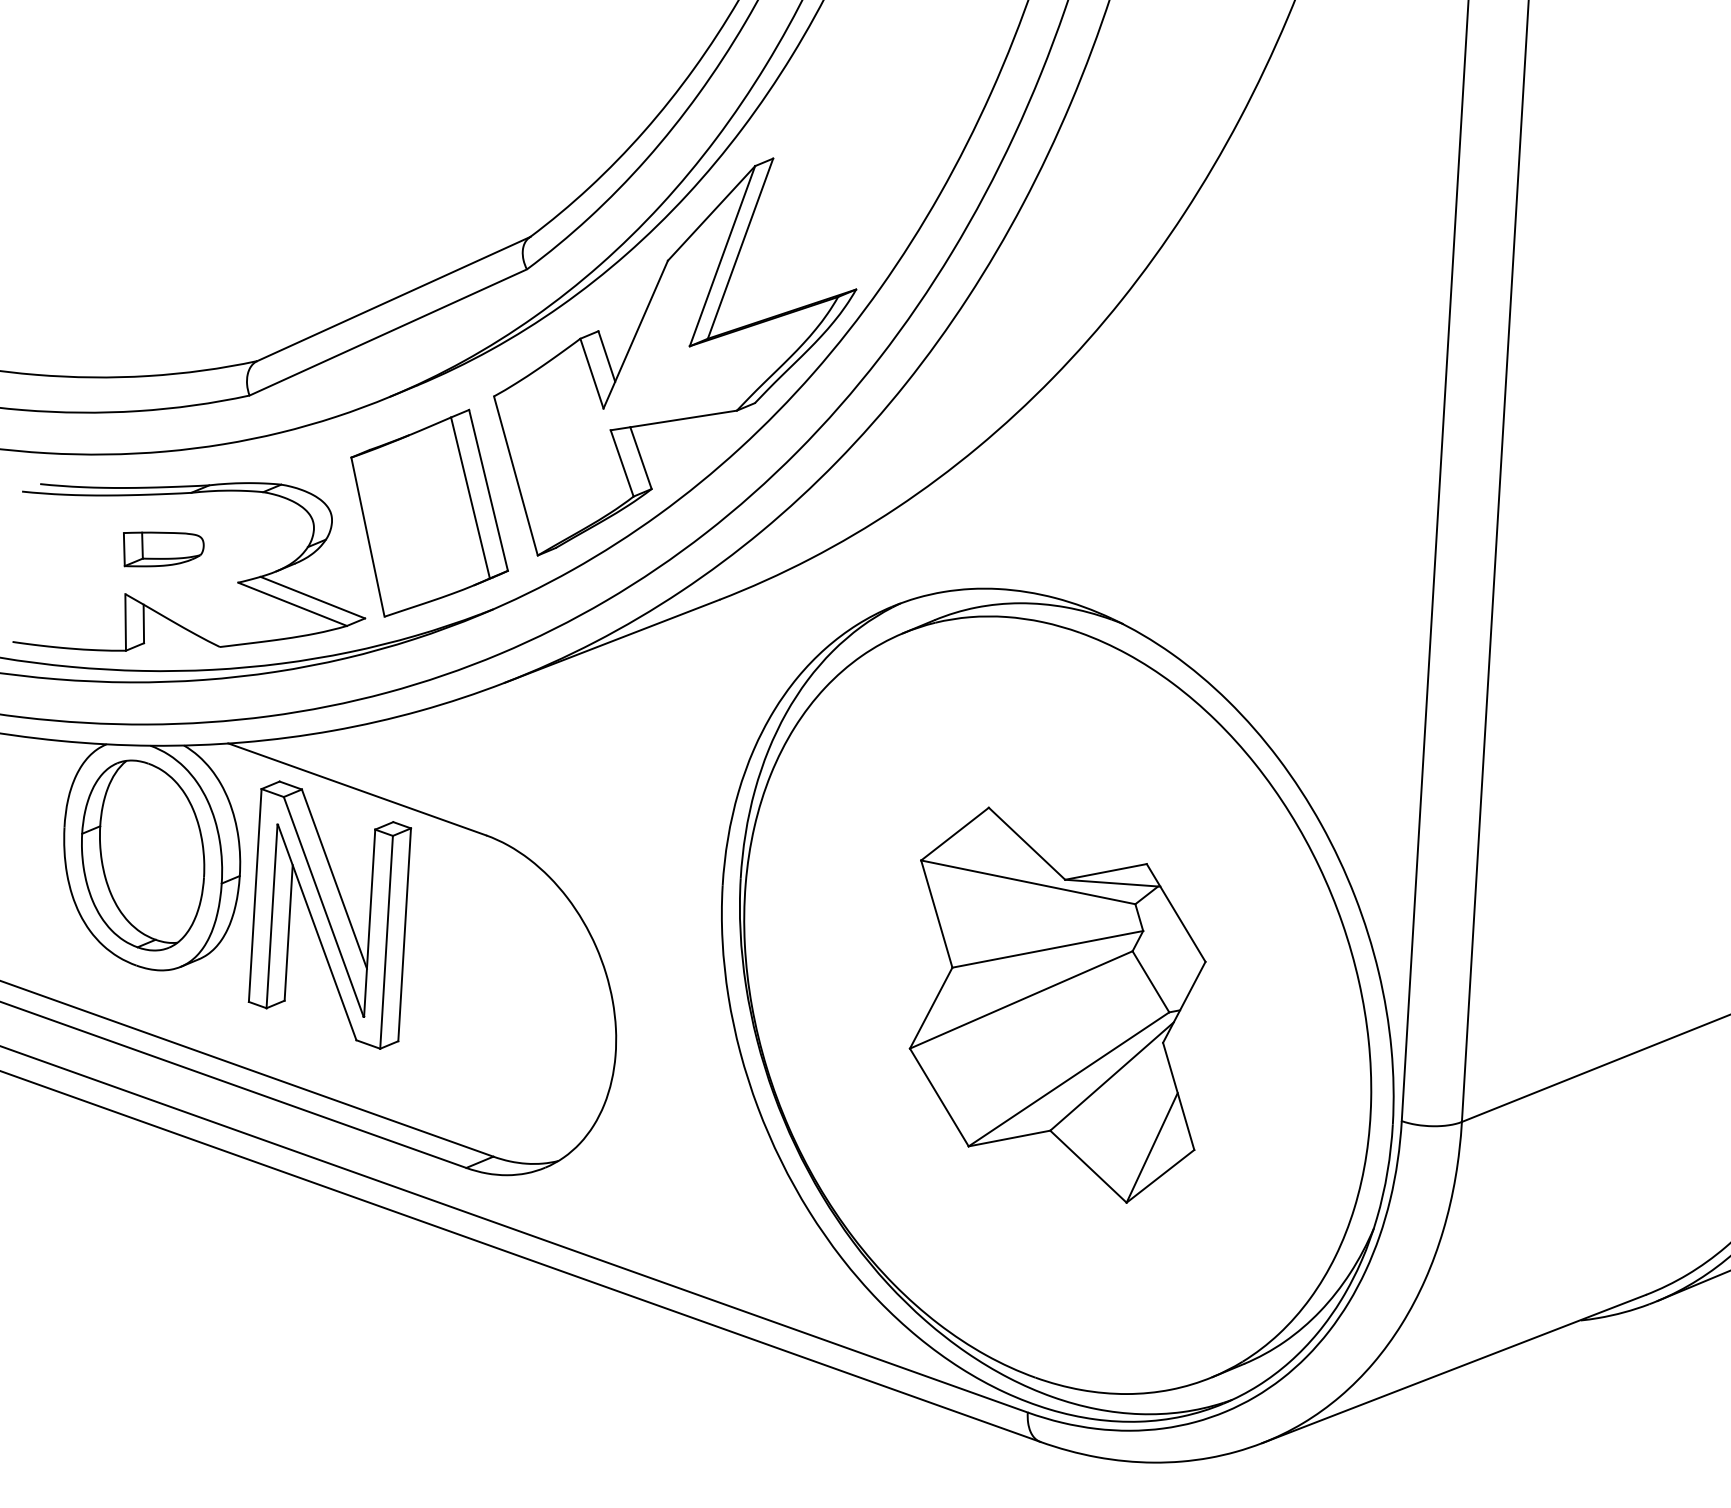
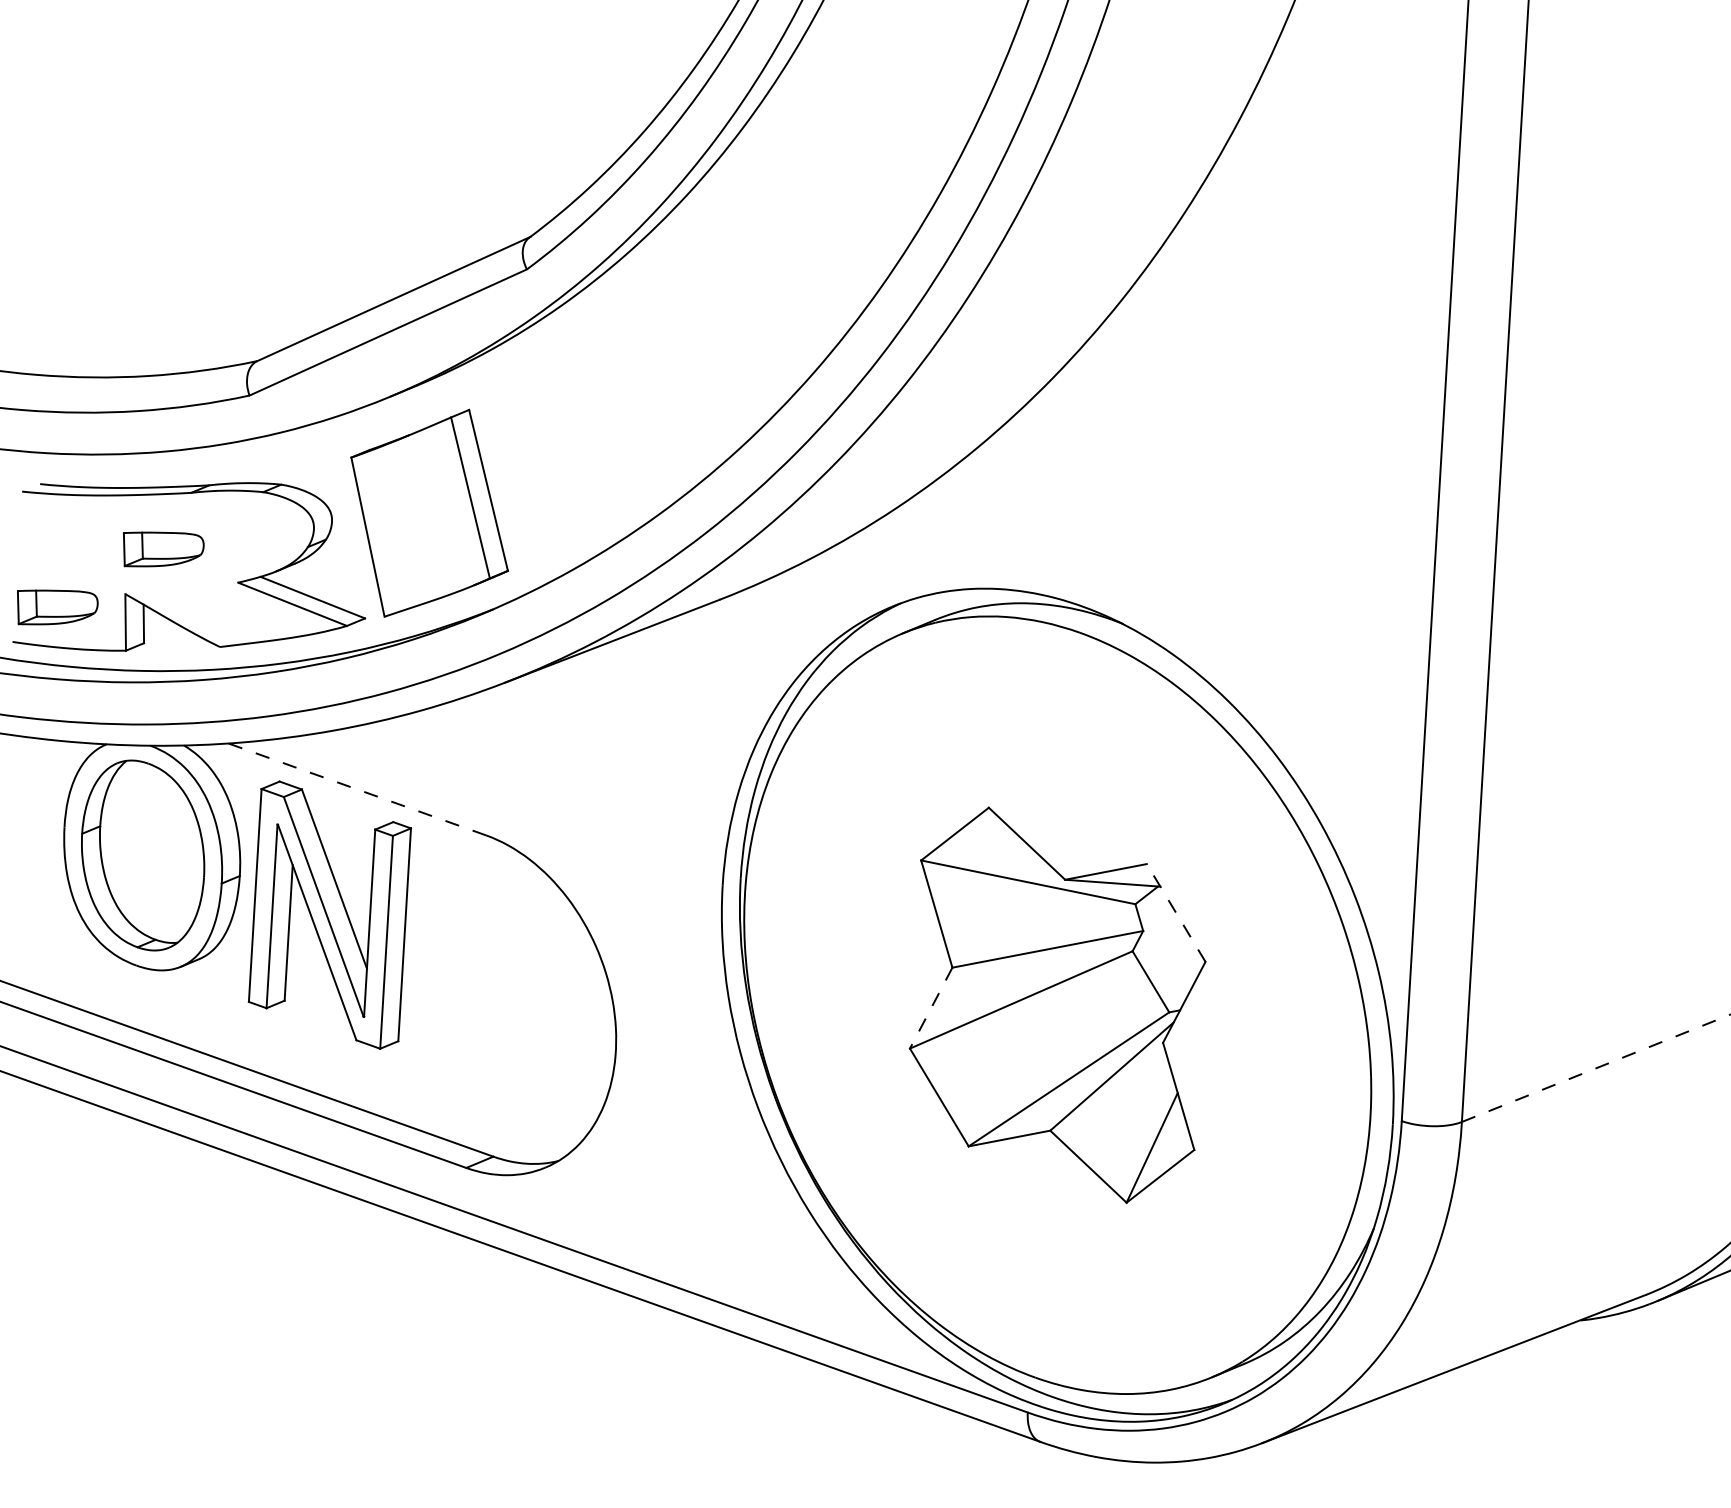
part at (675, 356): present -> none
part at (57, 607): none -> present
line at (357, 789): solid -> dashed
line at (1175, 912): solid -> dashed
line at (931, 1008): solid -> dashed
line at (1596, 1068): solid -> dashed
